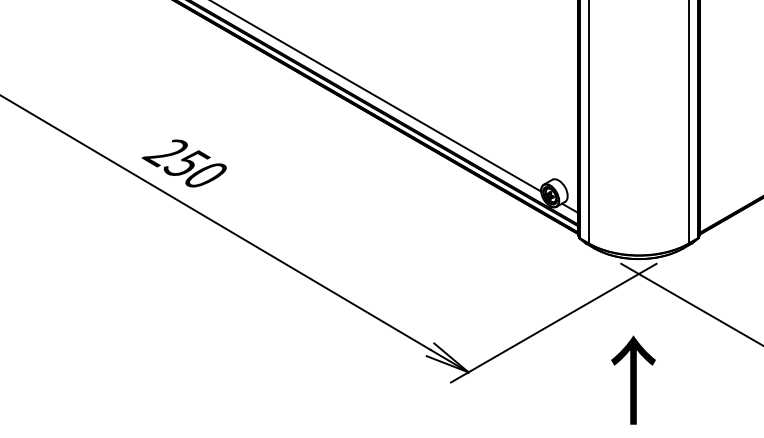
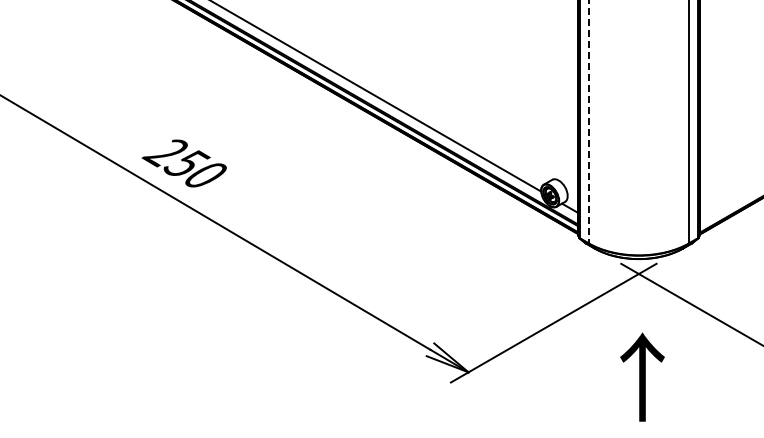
line at (588, 122): solid -> dashed
text at (633, 379) position: (633, 379) -> (642, 376)
